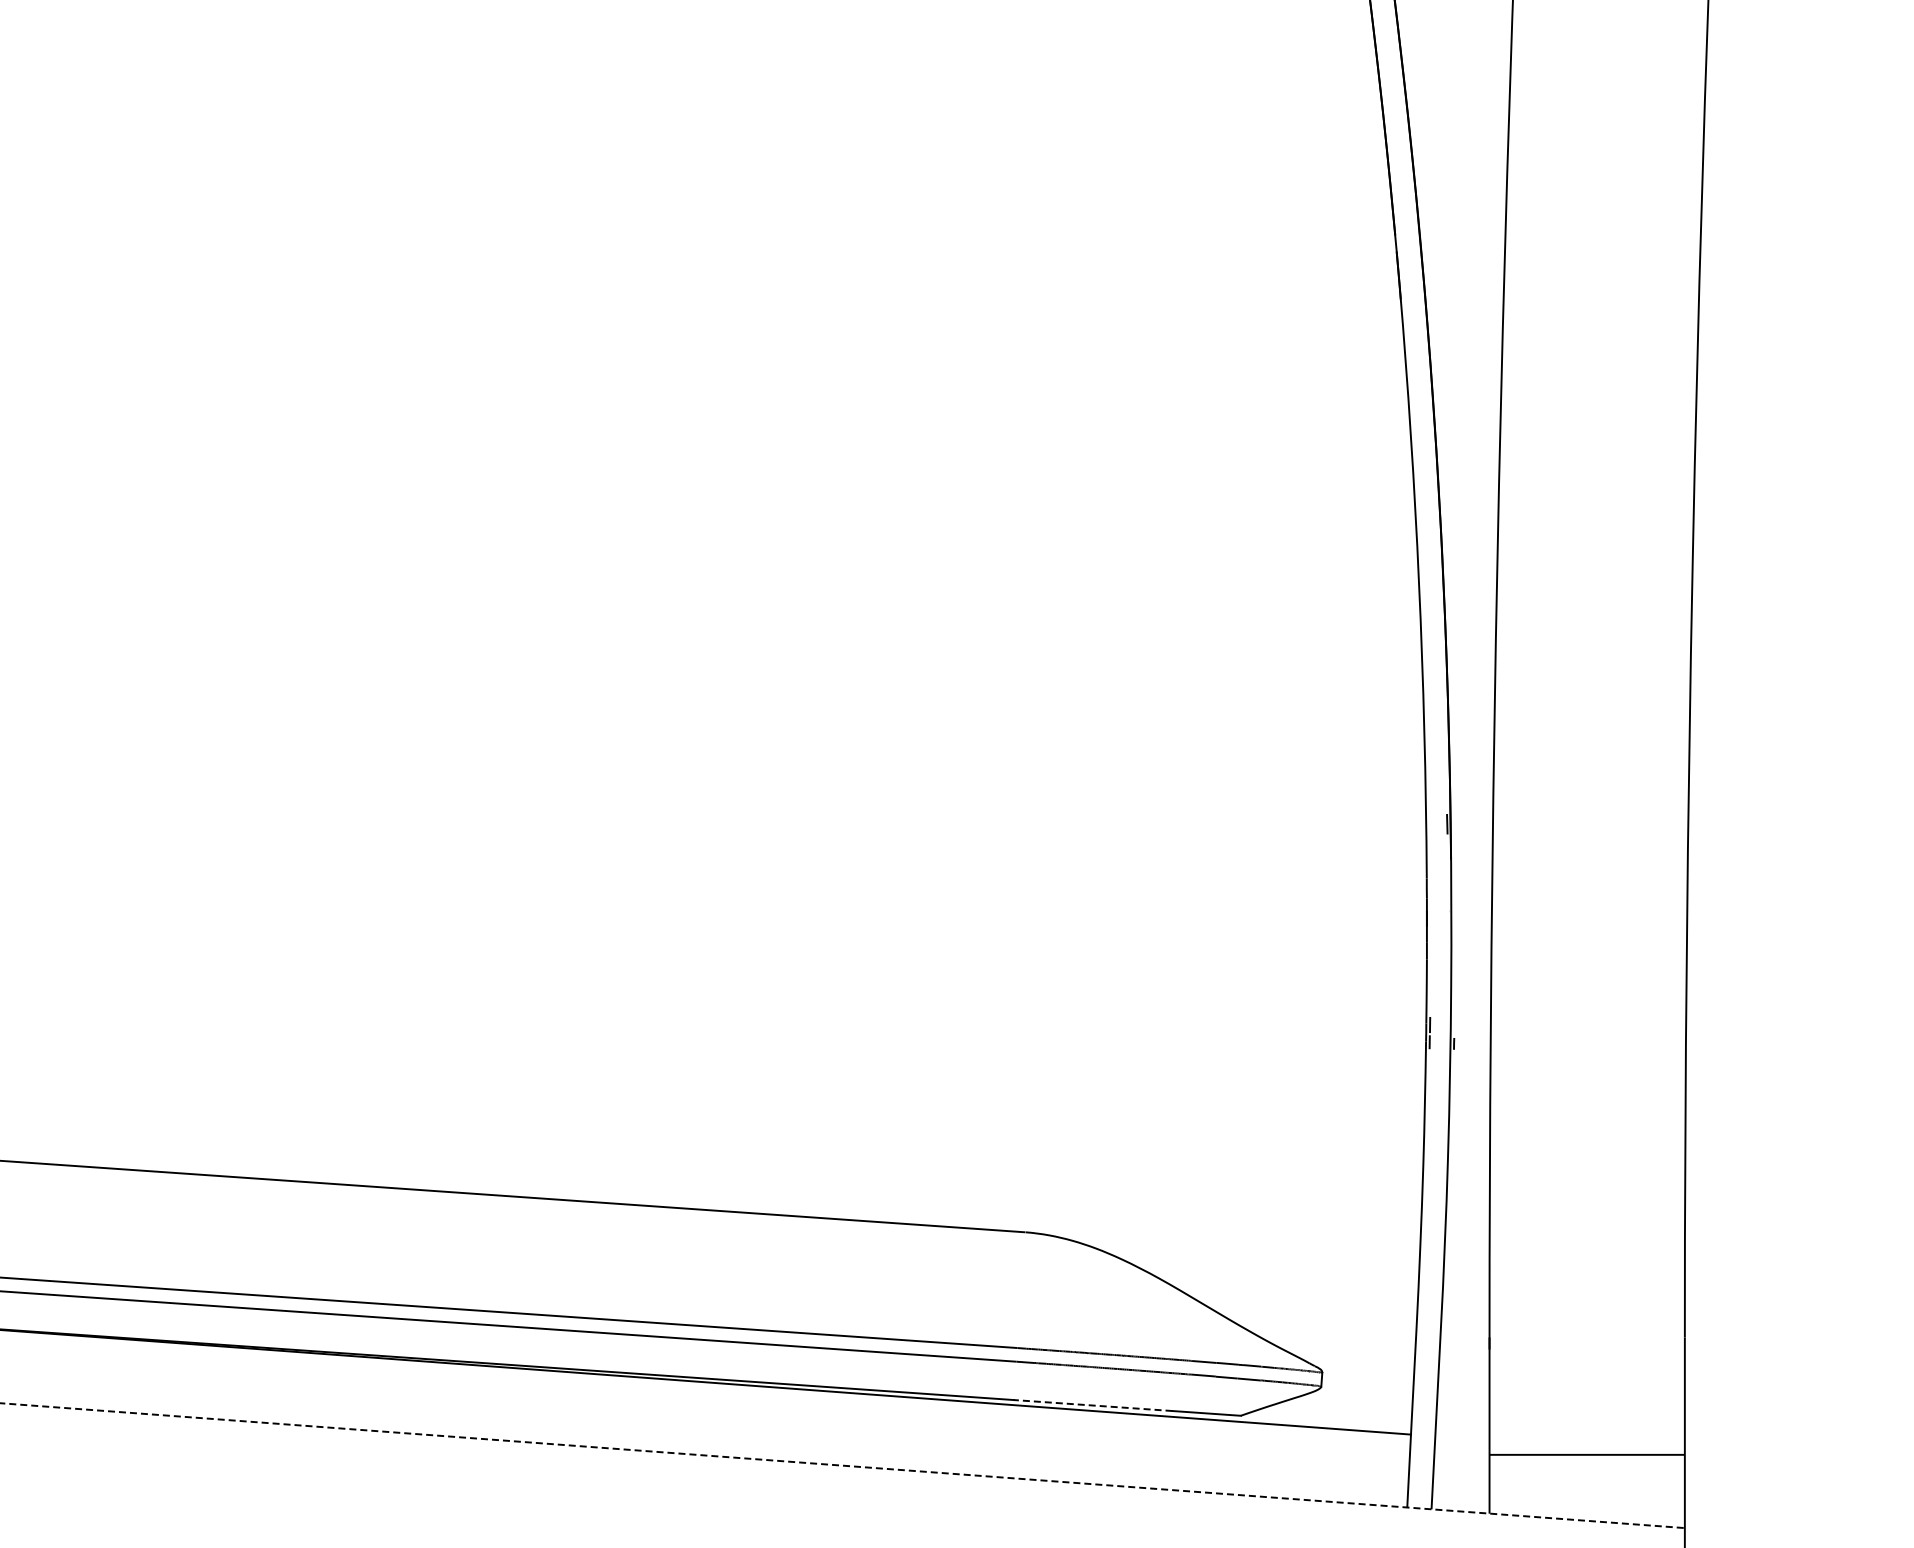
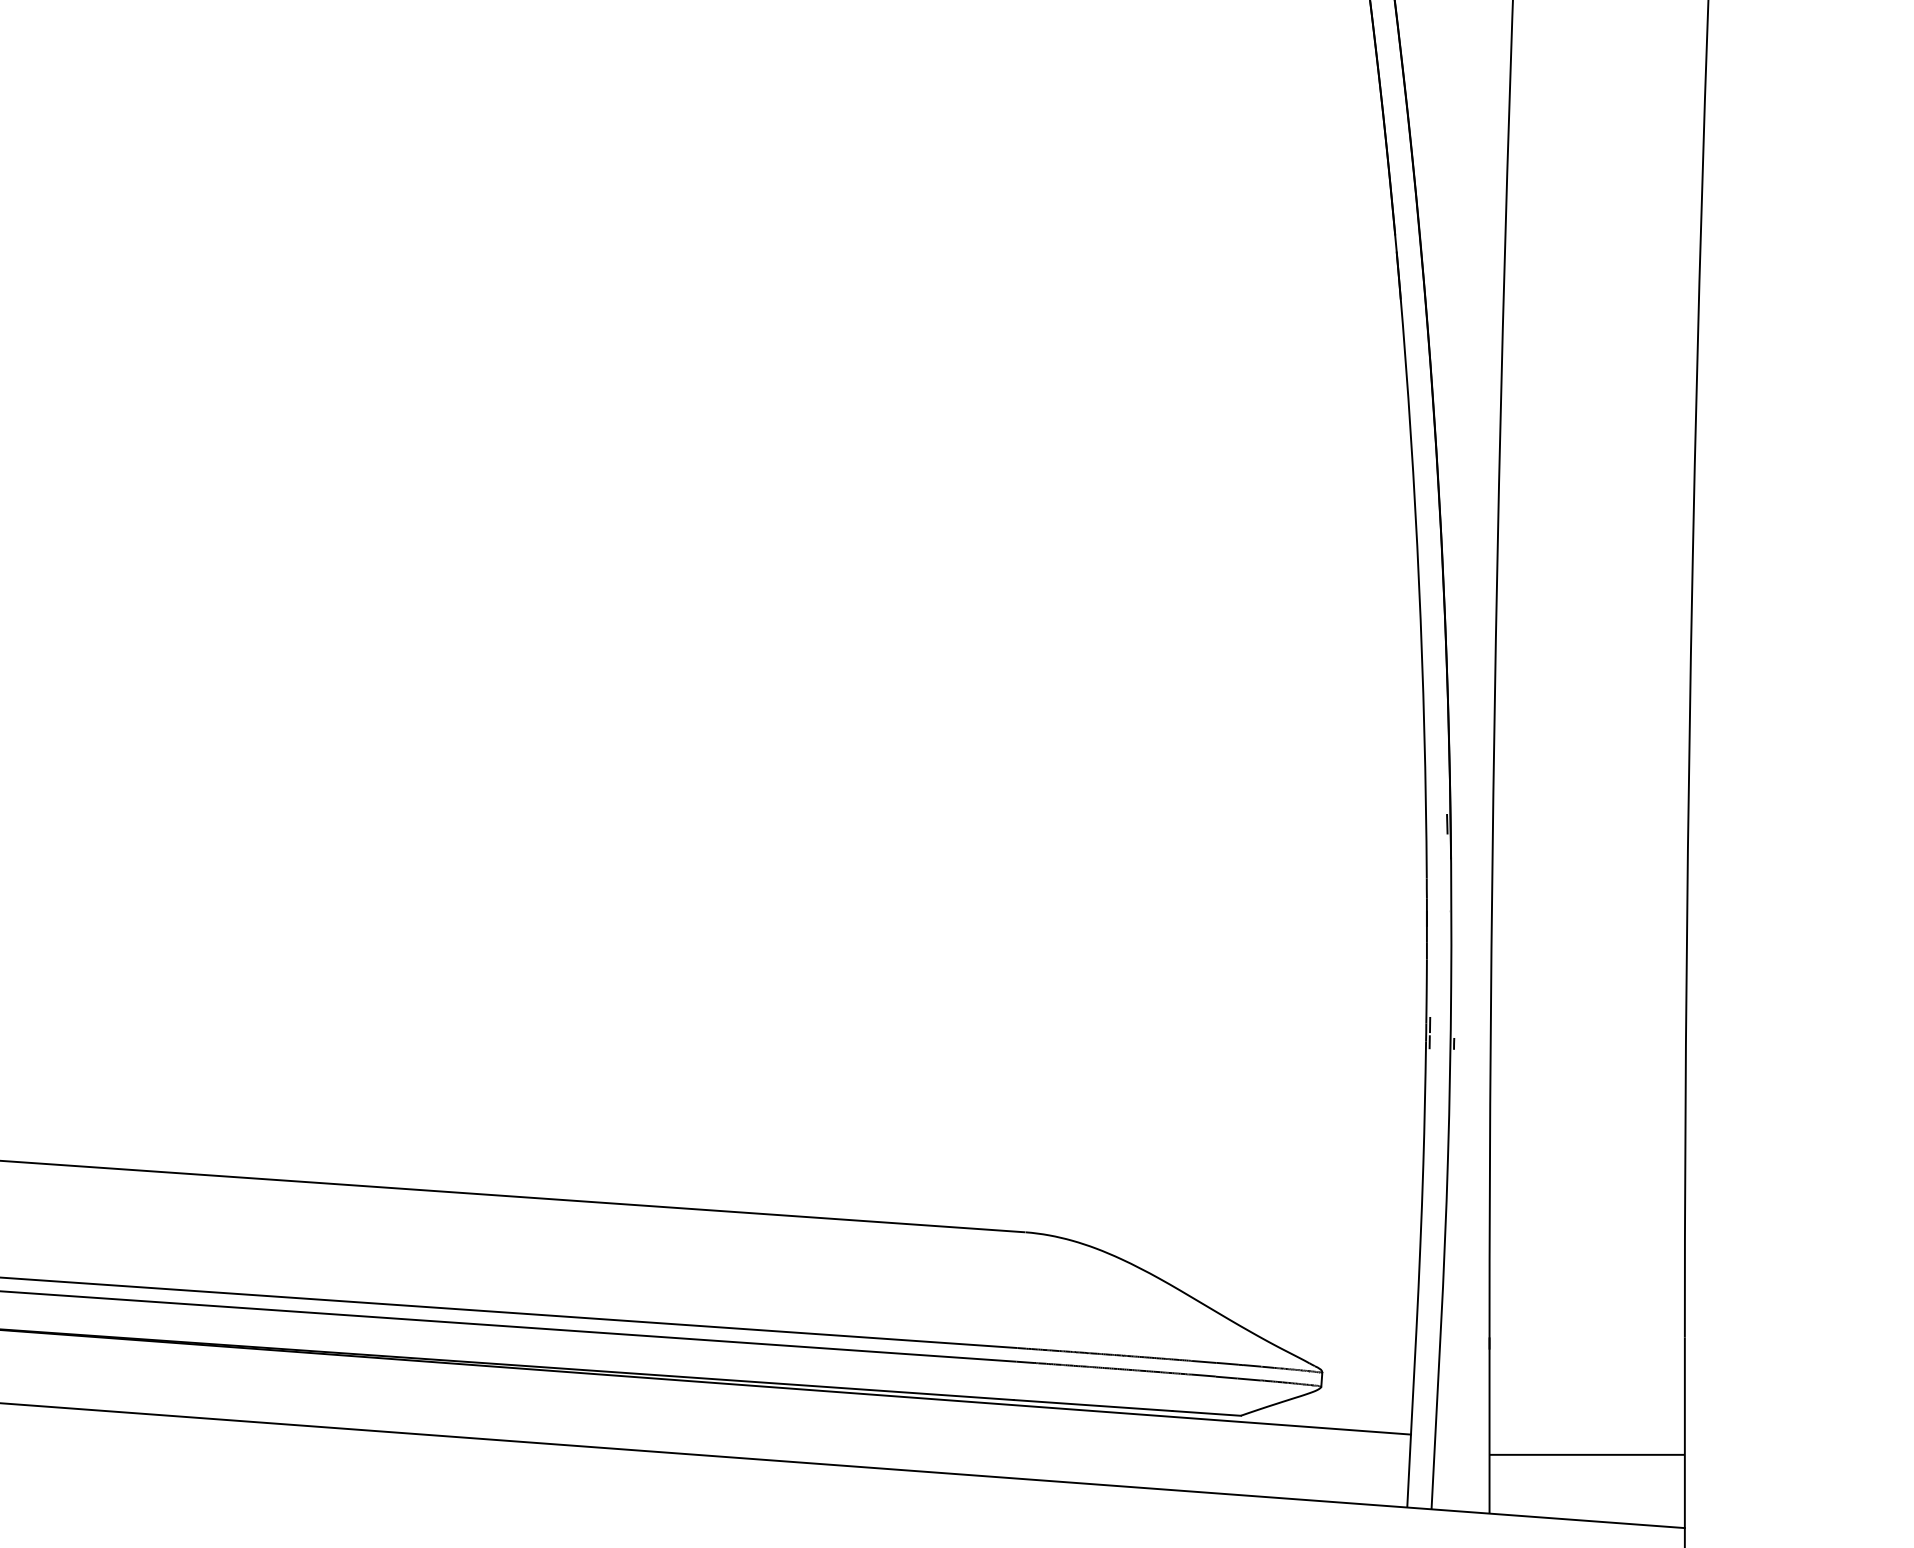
line at (1093, 1405): dashed -> solid
line at (843, 1465): dashed -> solid
